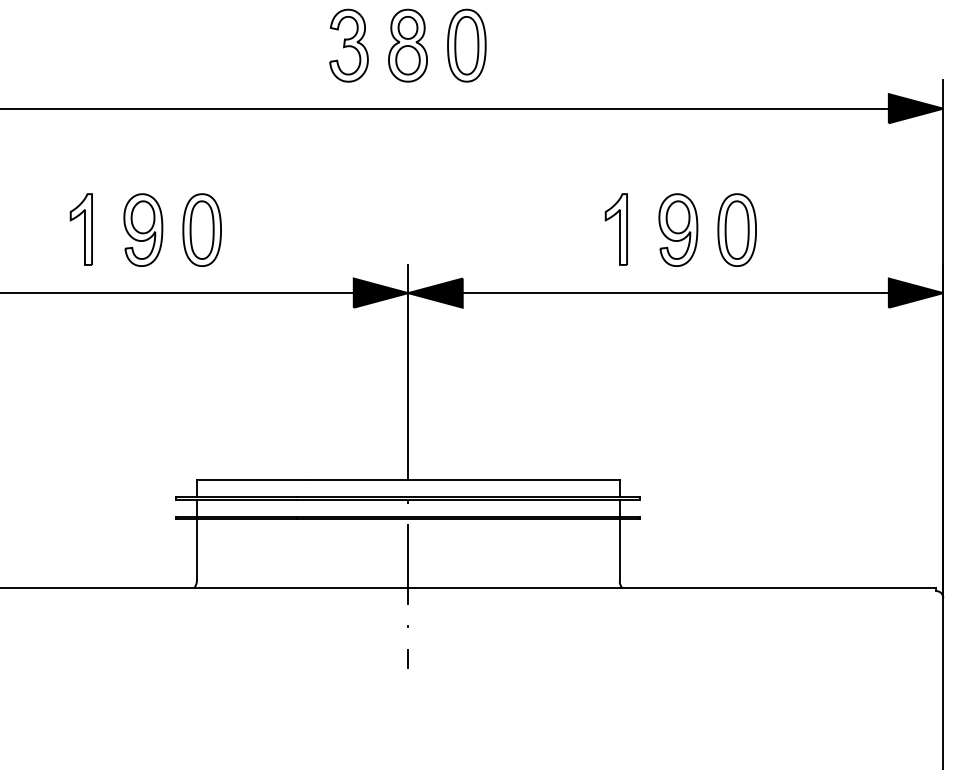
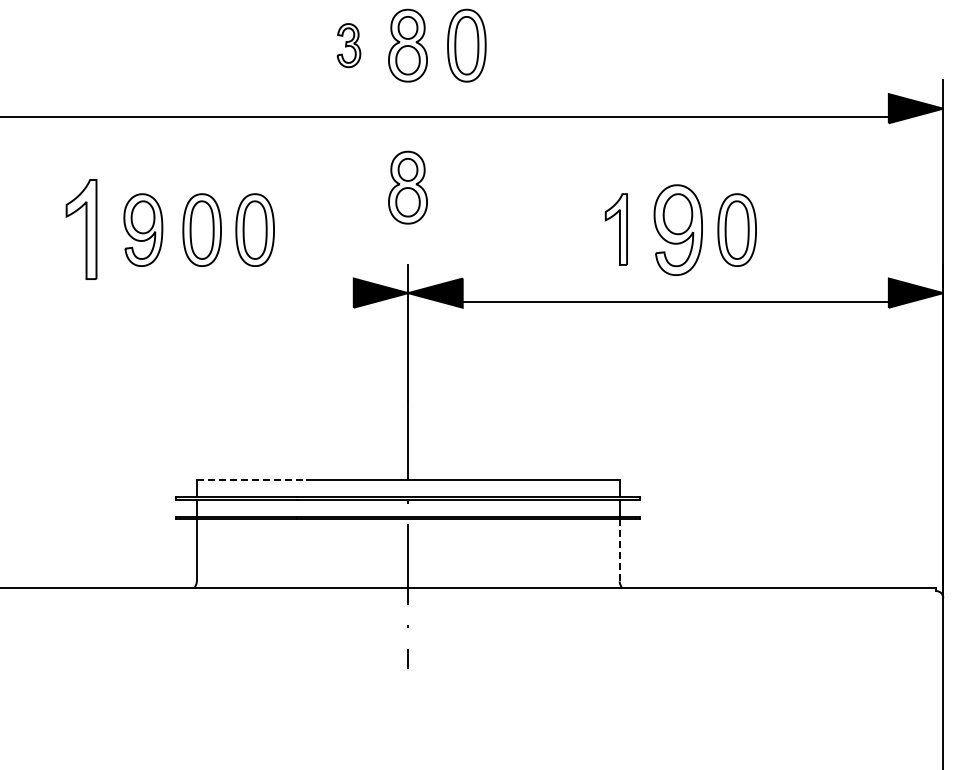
part at (348, 45) size: 40x75 px -> 26x46 px
line at (445, 108) position: (445, 108) -> (445, 116)
part at (407, 187): none -> present
part at (80, 229) size: 24x73 px -> 33x101 px
part at (254, 229): none -> present
part at (678, 229) size: 41x74 px -> 50x92 px
line at (177, 293): present -> none
line at (675, 293) position: (675, 293) -> (675, 302)
line at (252, 479): solid -> dashed
line at (619, 550): solid -> dashed
